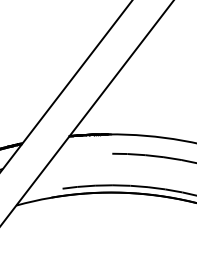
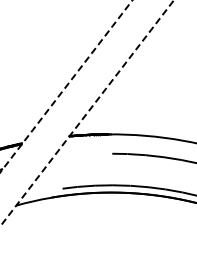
line at (66, 86): solid -> dashed
line at (87, 112): solid -> dashed
